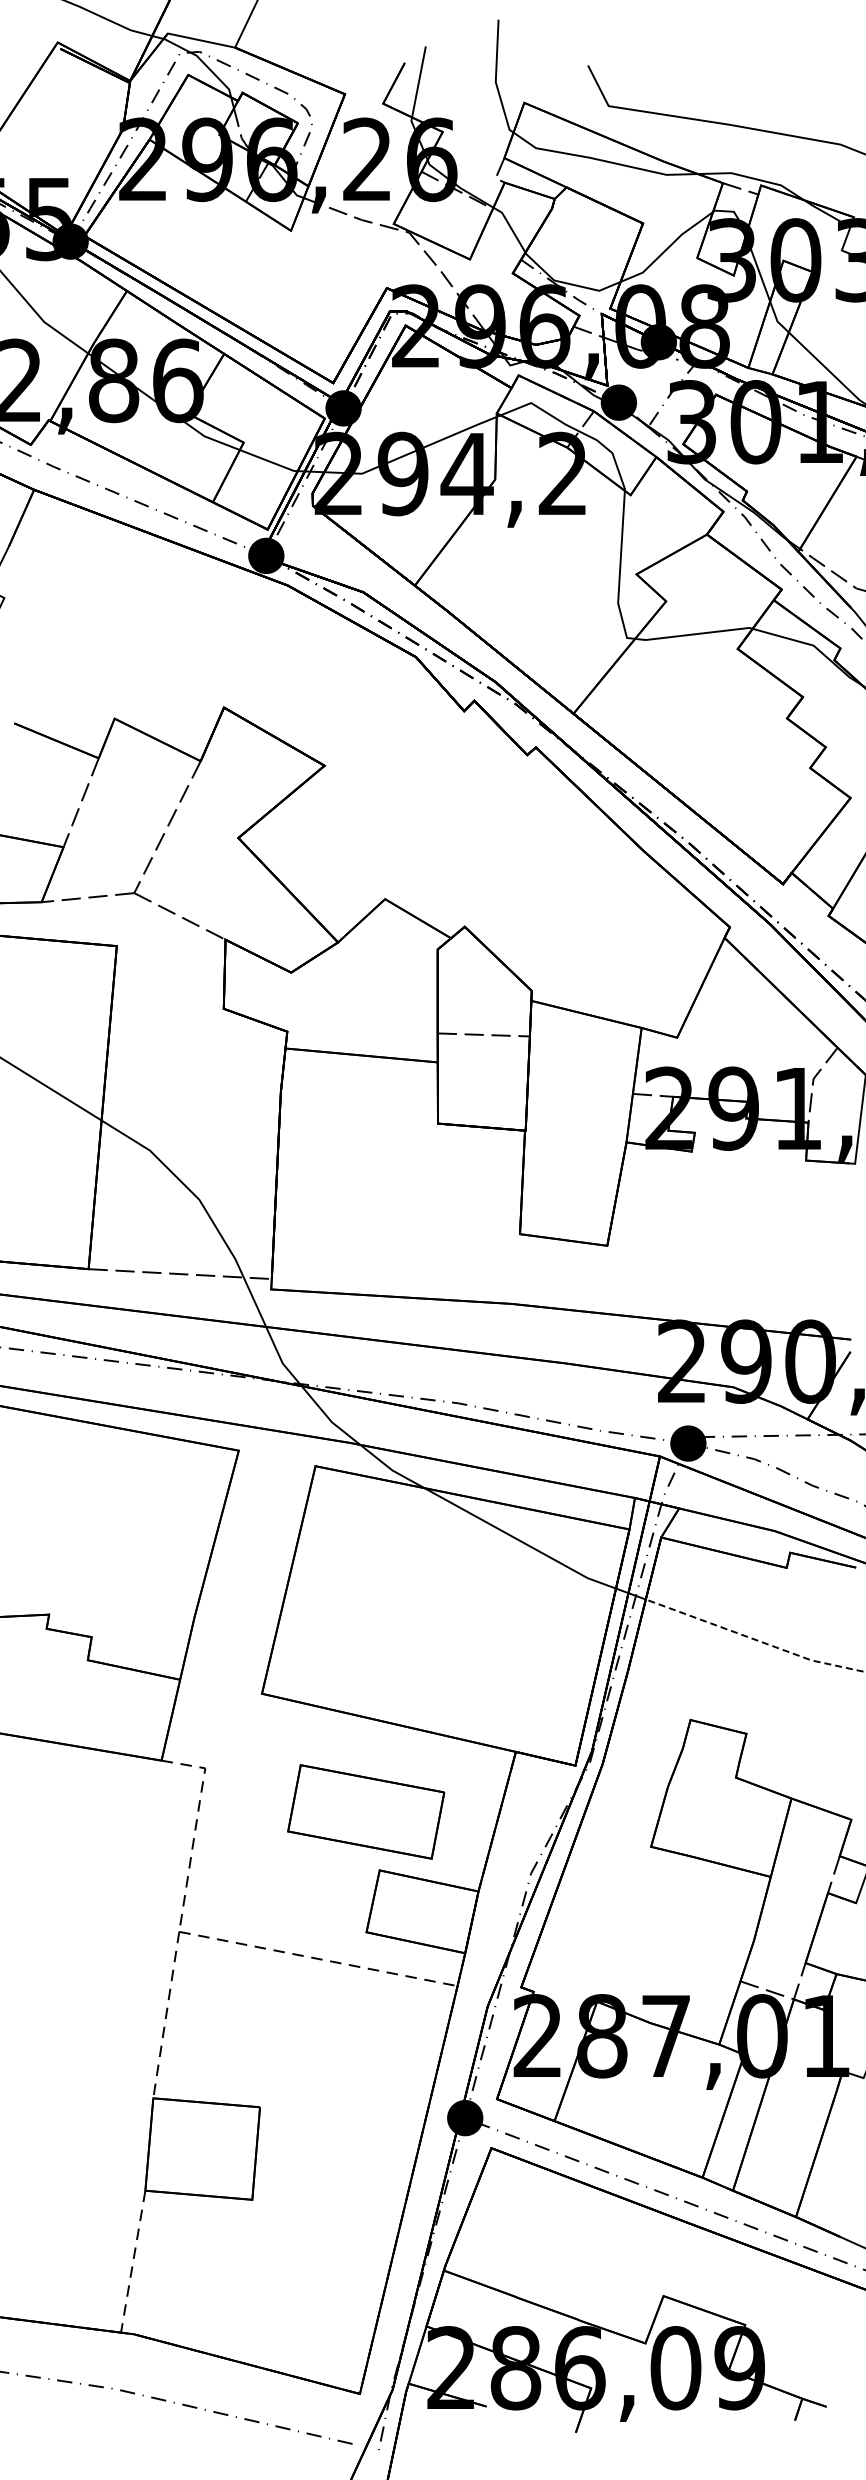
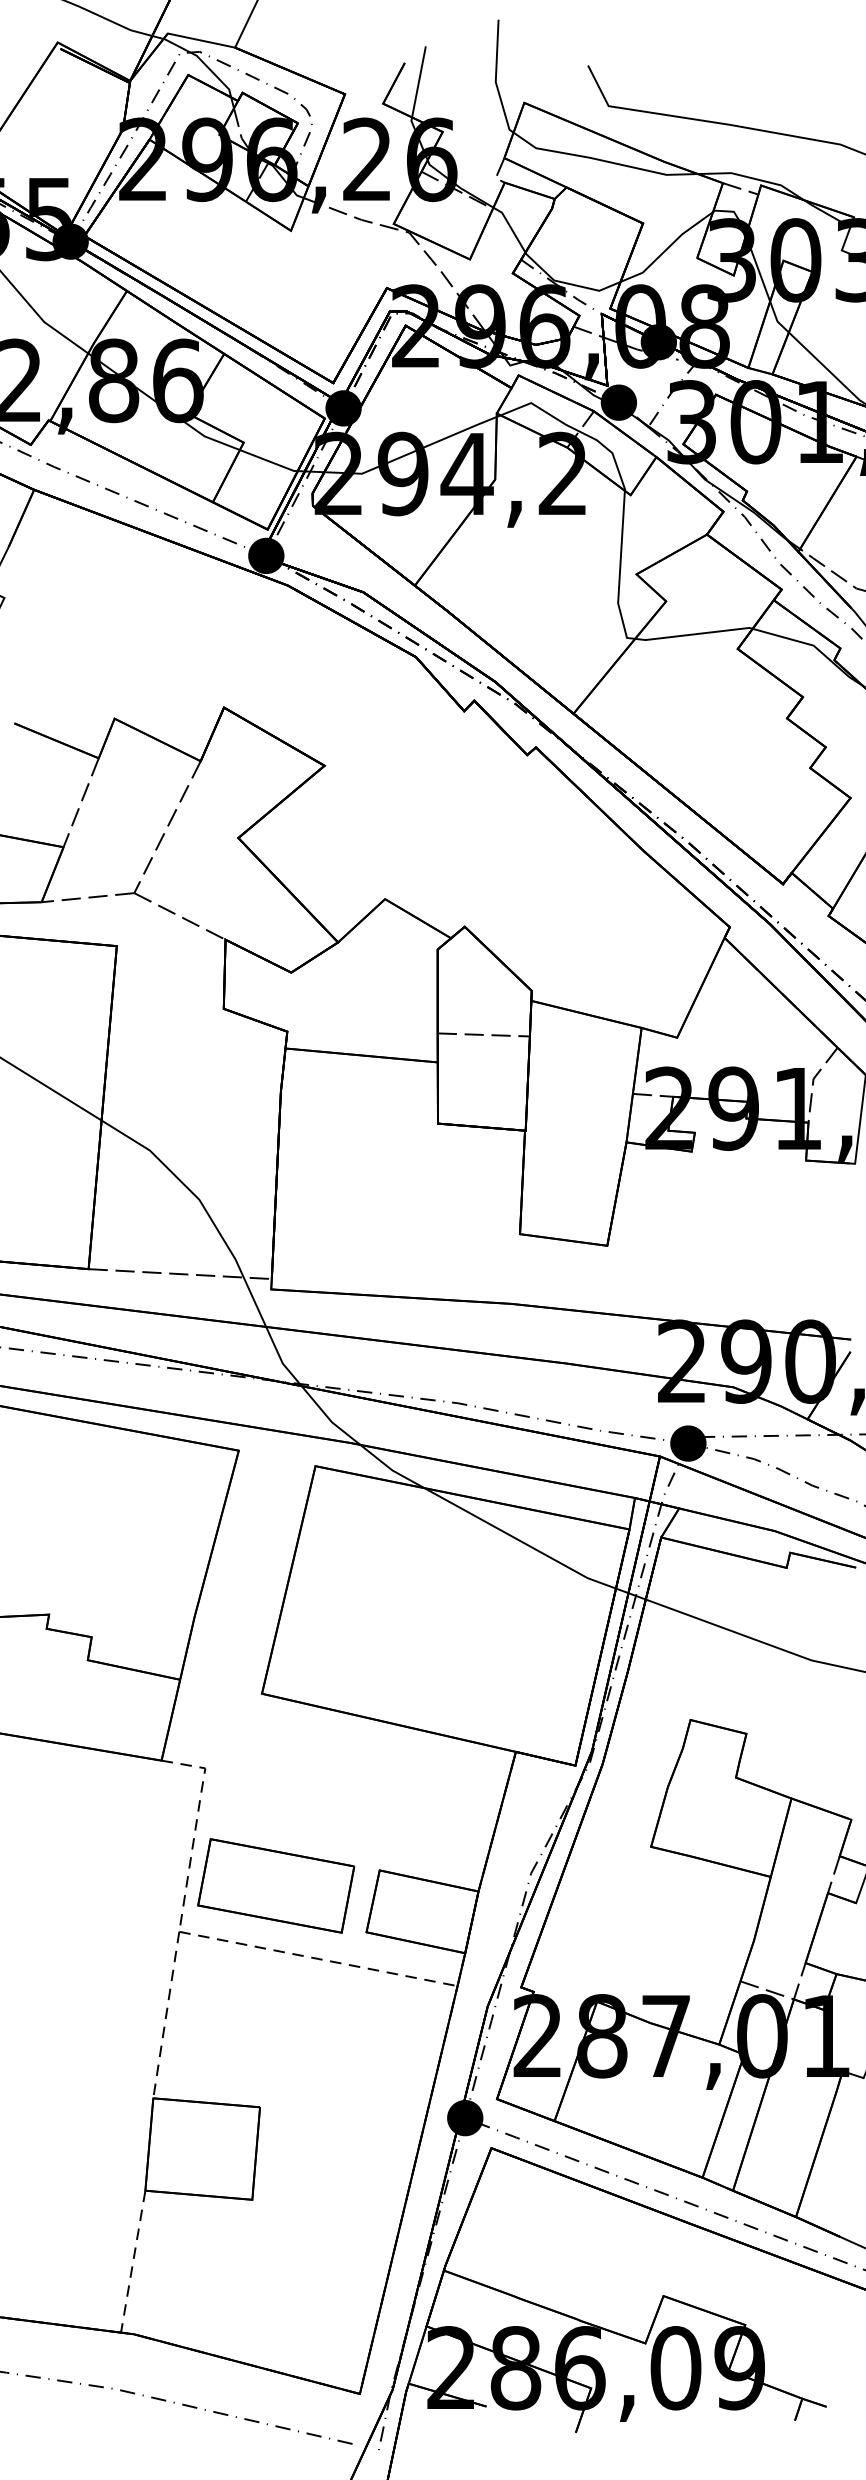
line at (754, 1639): dashed -> solid
part at (366, 1811) position: (366, 1811) -> (276, 1885)
